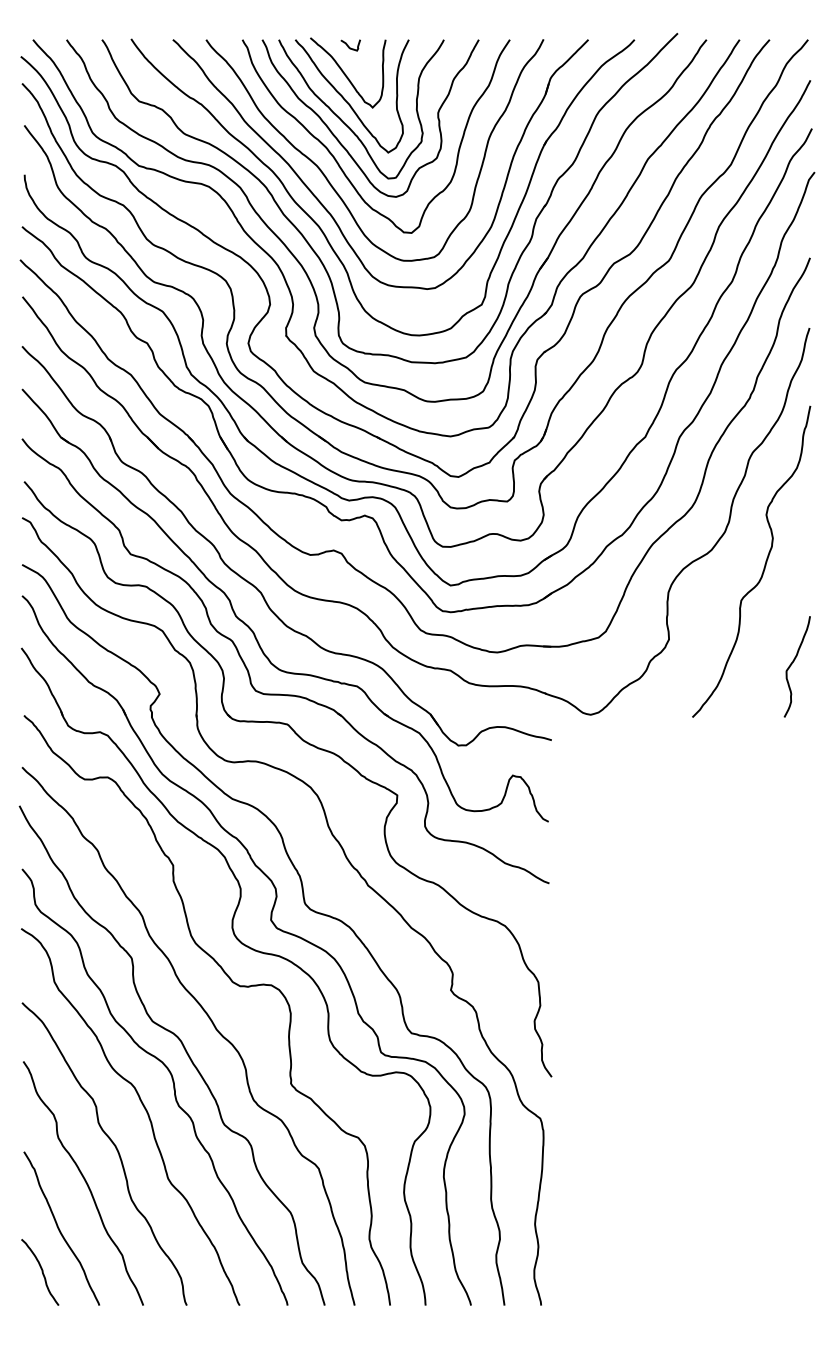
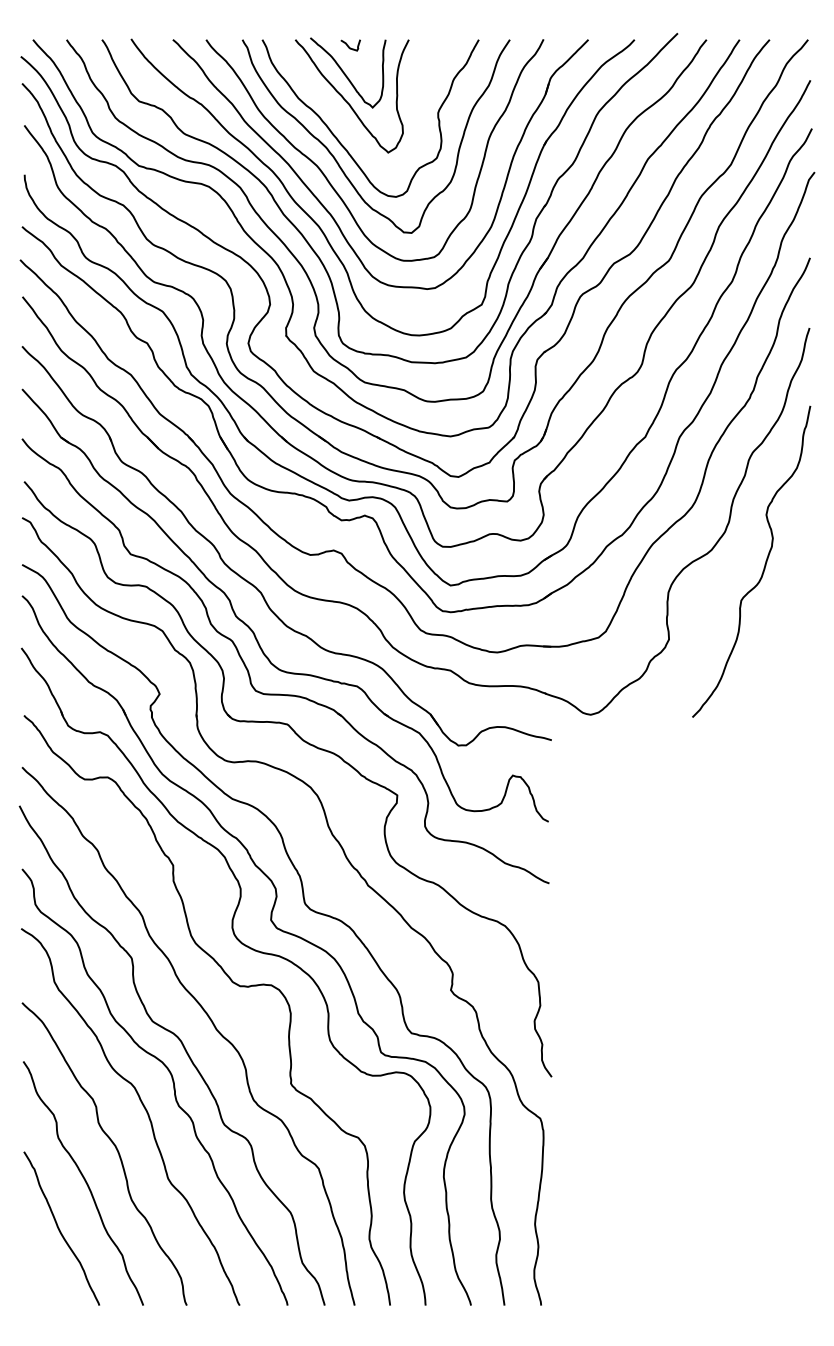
curve at (347, 124): present -> none
curve at (792, 664): present -> none
curve at (41, 1272): present -> none
